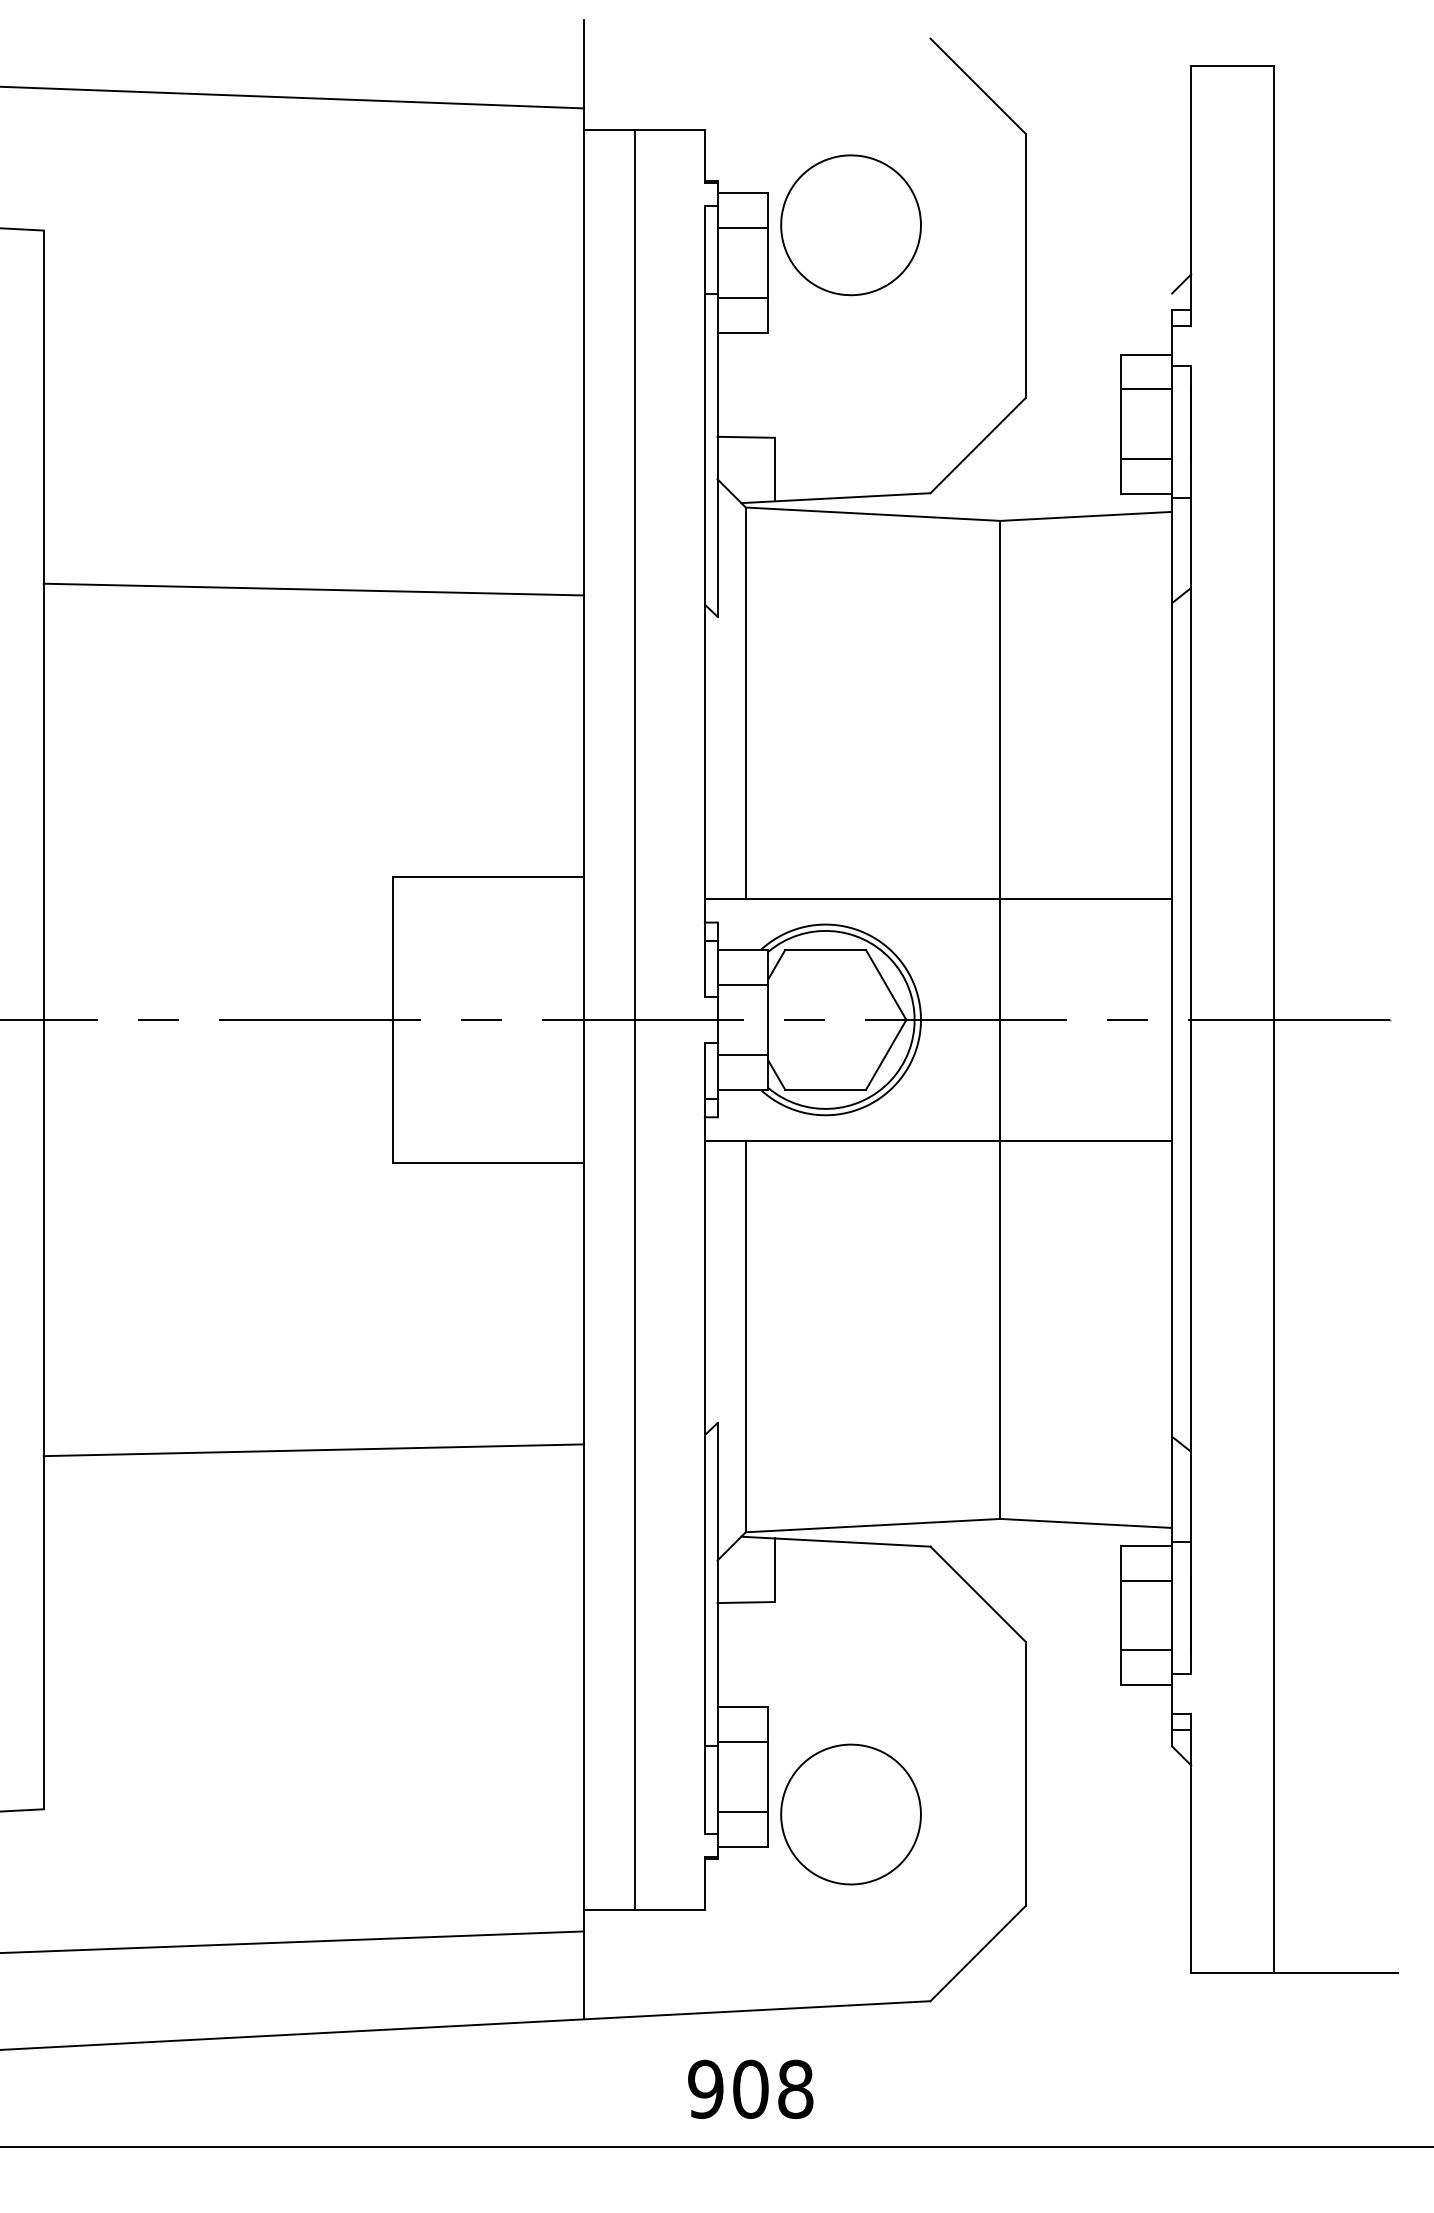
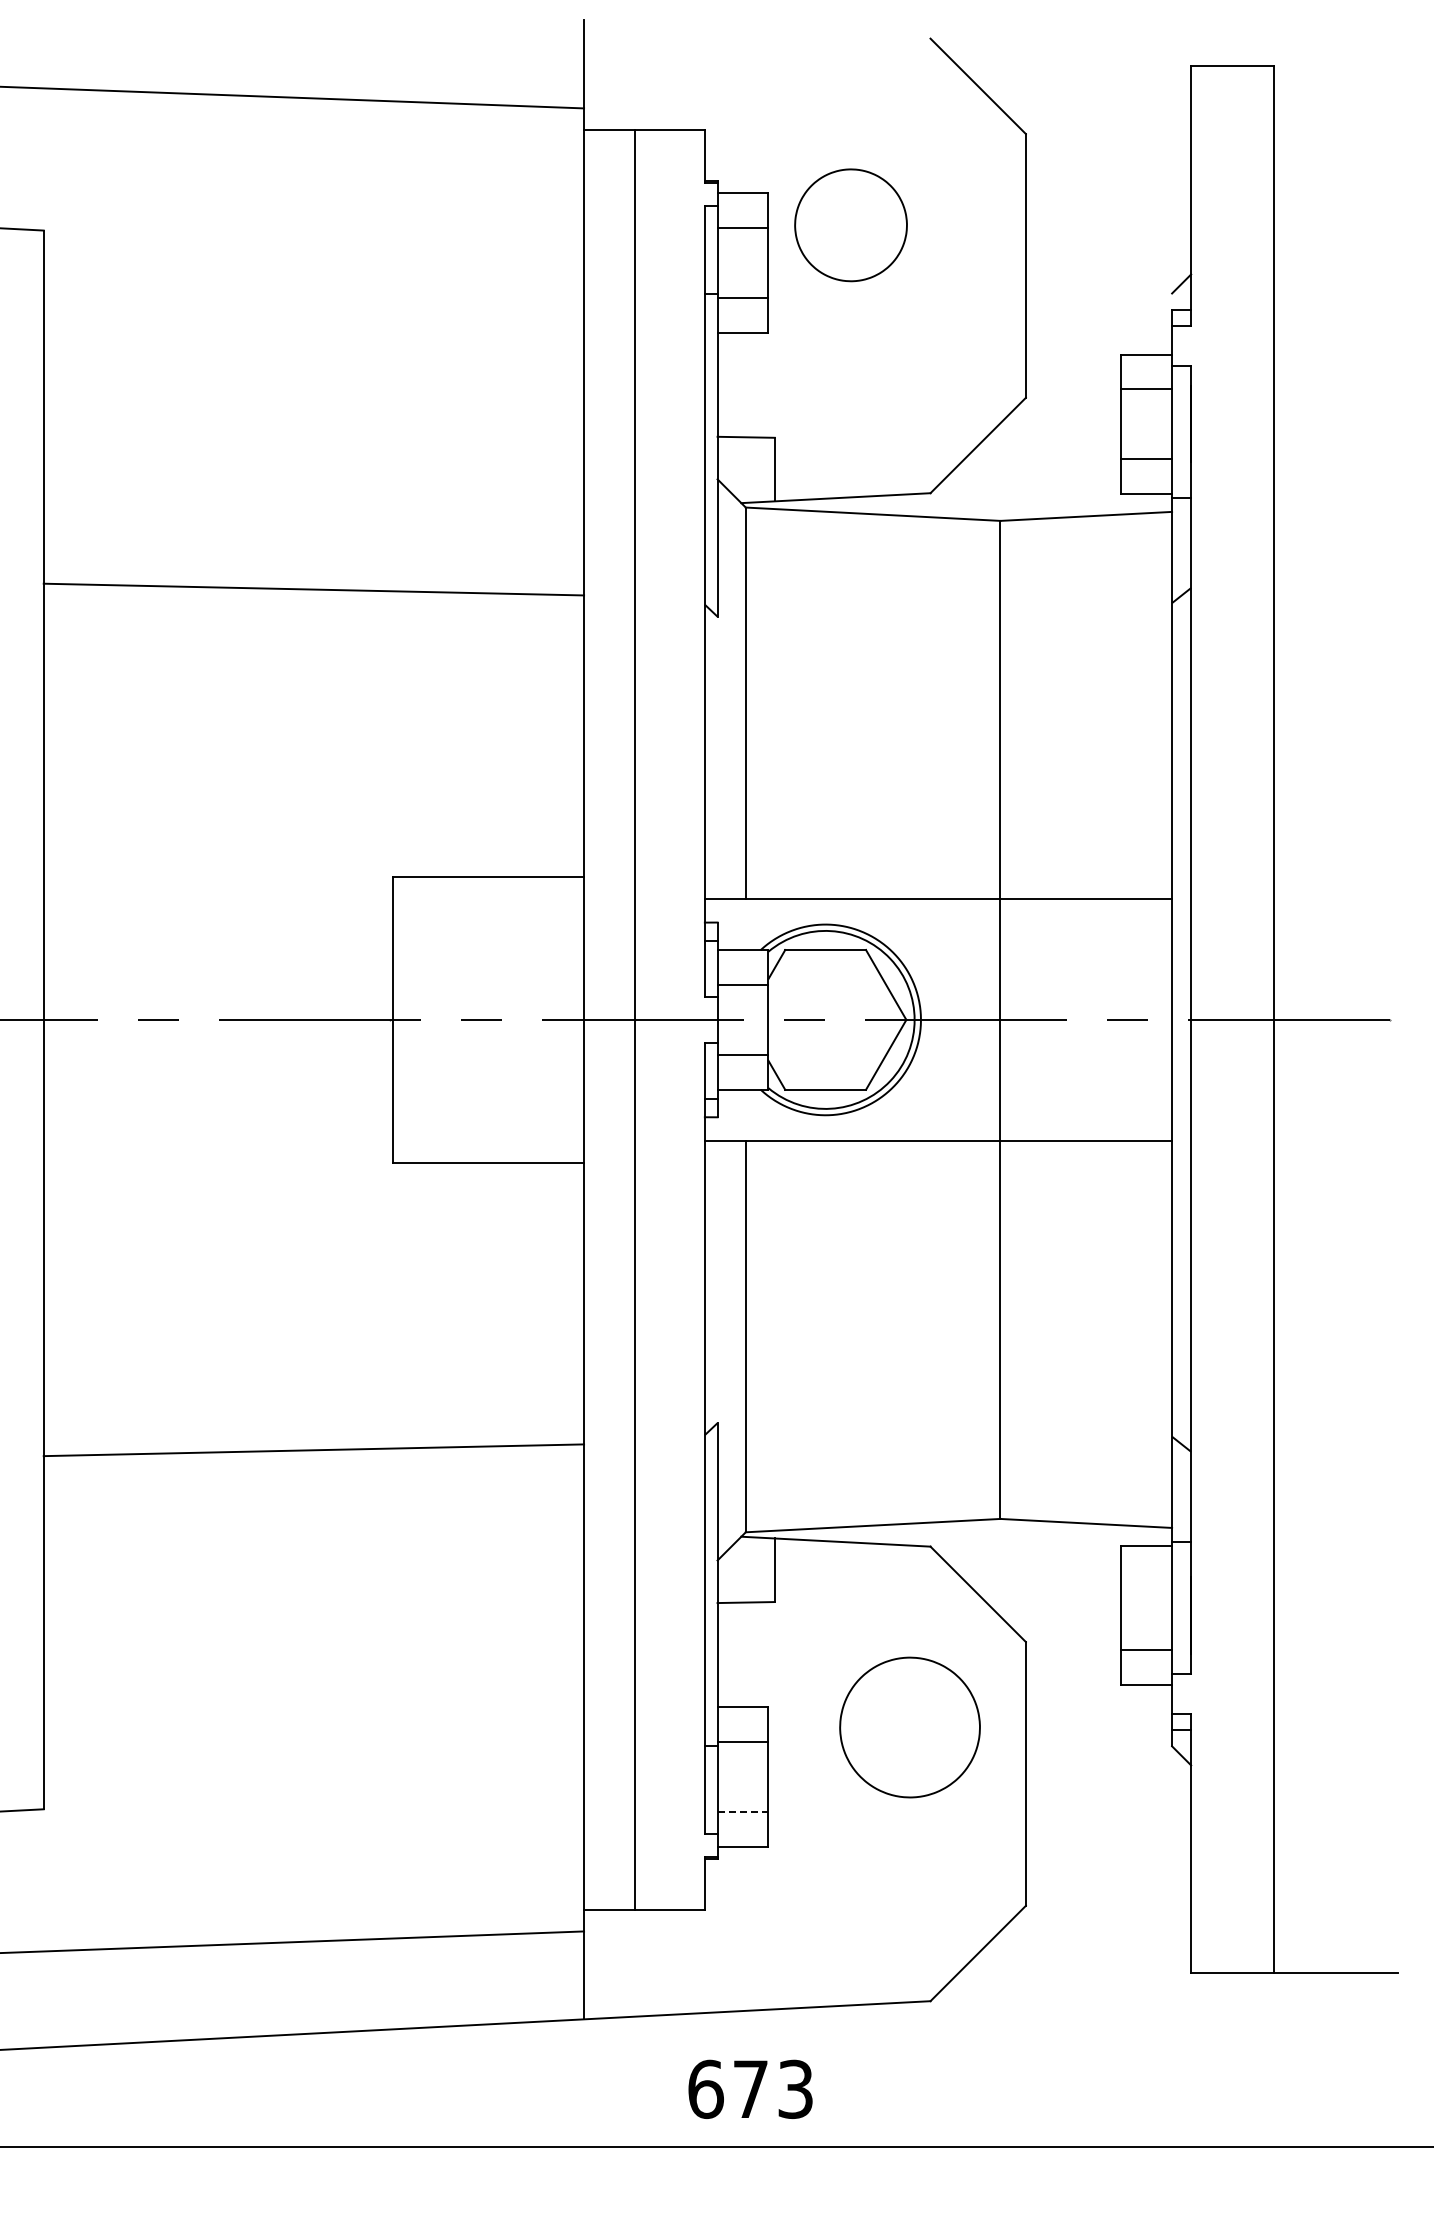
part at (850, 225) size: 142x143 px -> 114x115 px
line at (1146, 1580): present -> none
line at (743, 1811): solid -> dashed
part at (850, 1814) position: (850, 1814) -> (909, 1727)
text at (750, 2089): 908 -> 673
